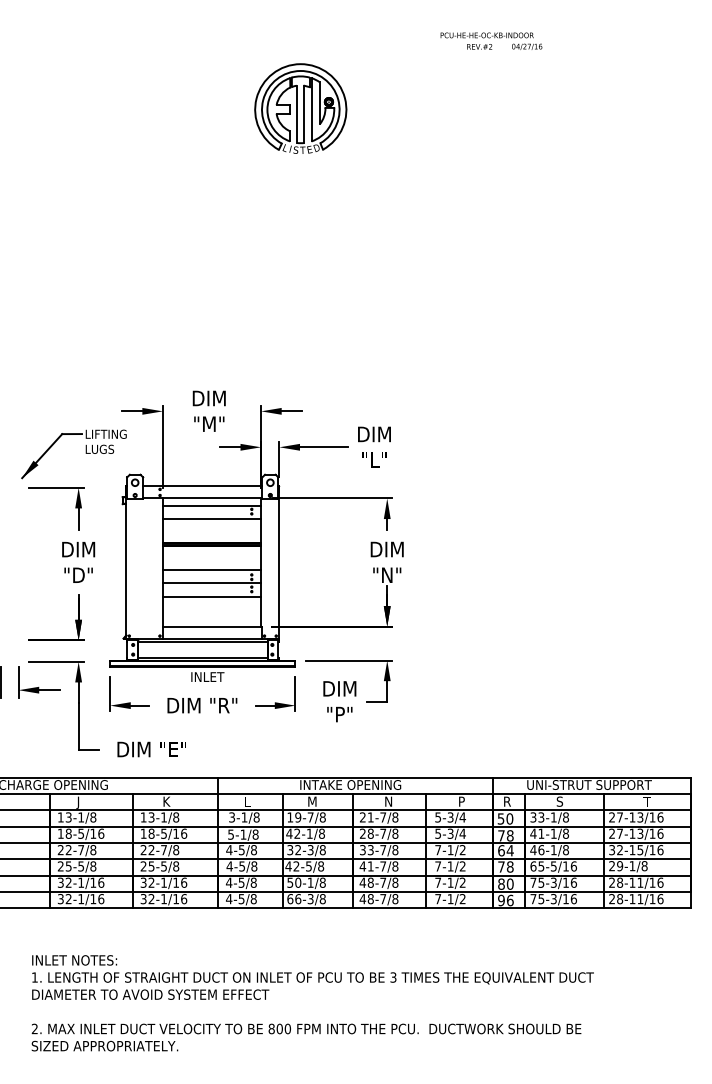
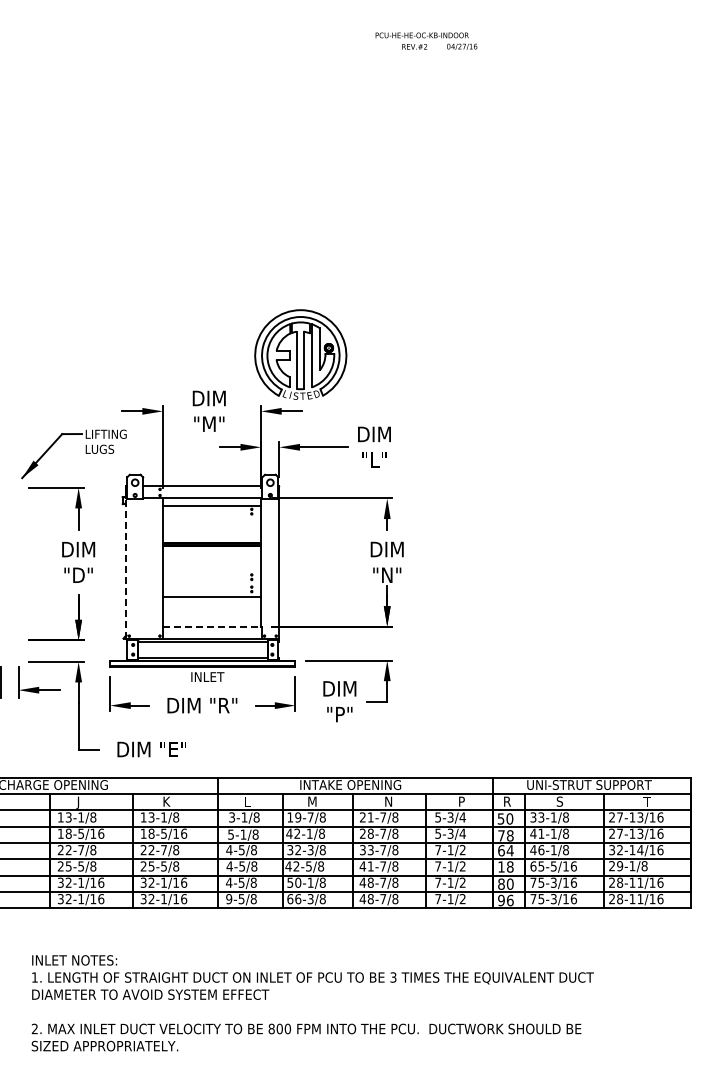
text at (491, 40) position: (491, 40) -> (426, 40)
part at (300, 108) position: (300, 108) -> (300, 354)
line at (211, 519): present -> none
line at (126, 568): solid -> dashed
line at (211, 569): present -> none
line at (211, 583): present -> none
line at (212, 626): solid -> dashed
text at (640, 850): 32-15/16 -> 32-14/16
text at (501, 866): 78 -> 18
text at (229, 899): 4-5/8 -> 9-5/8
